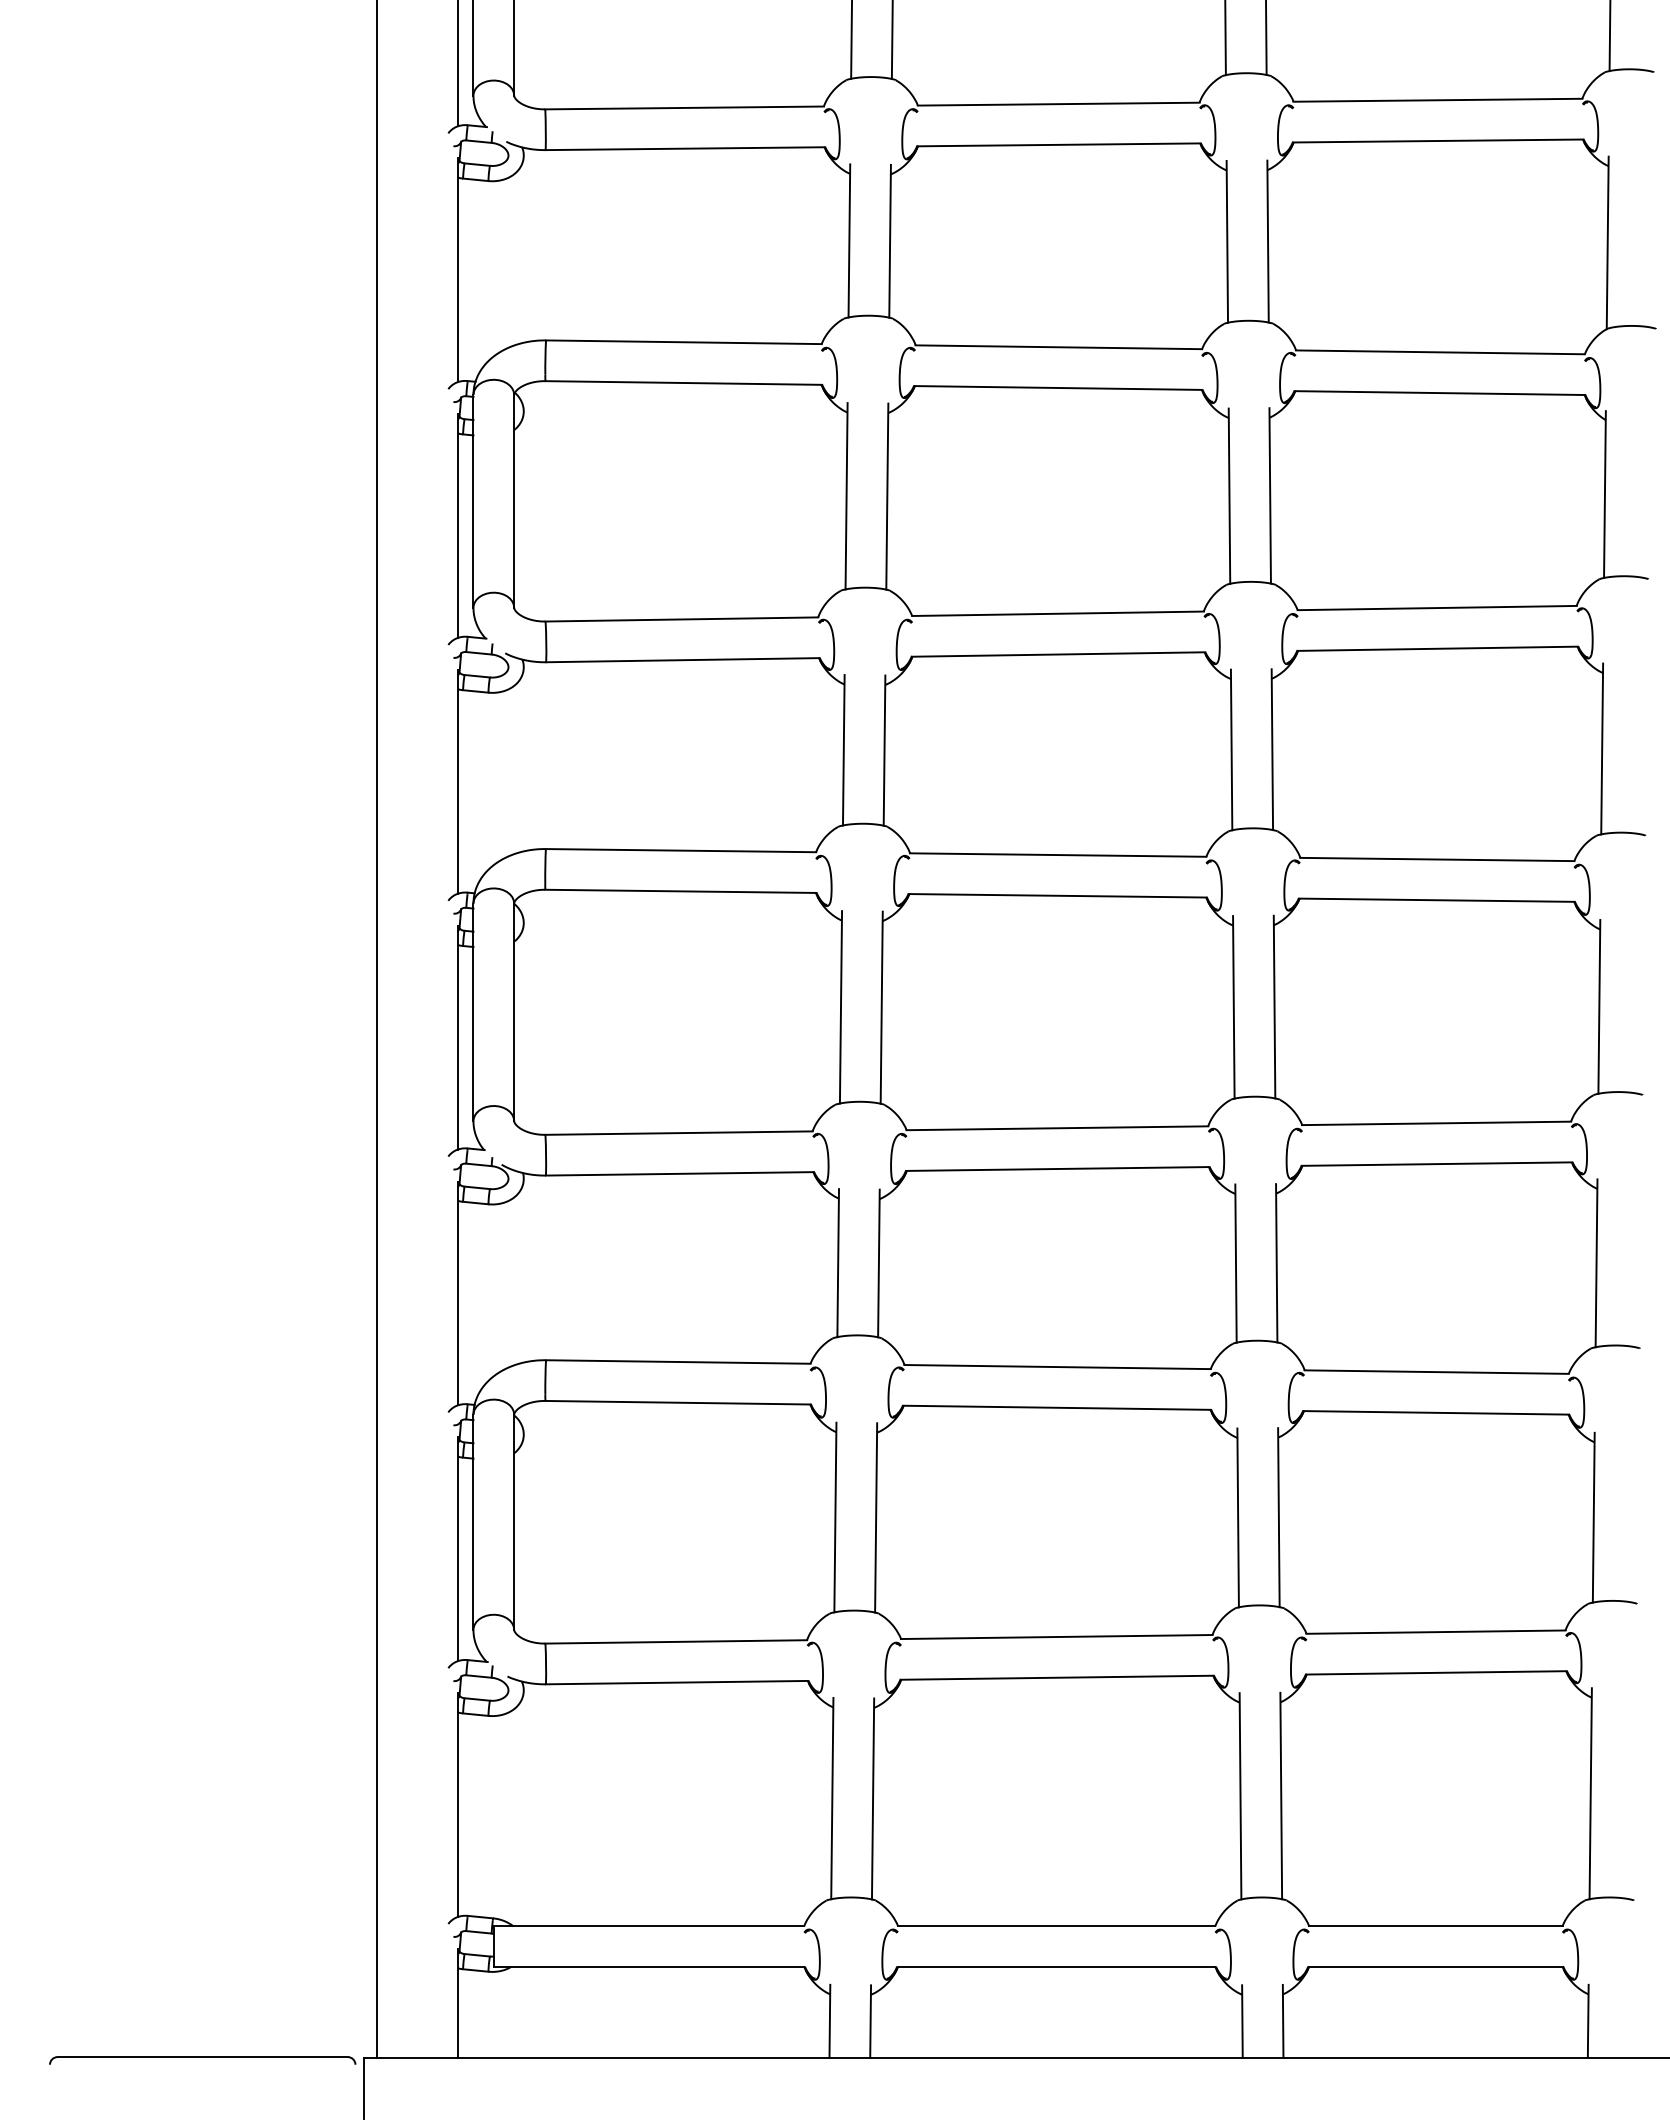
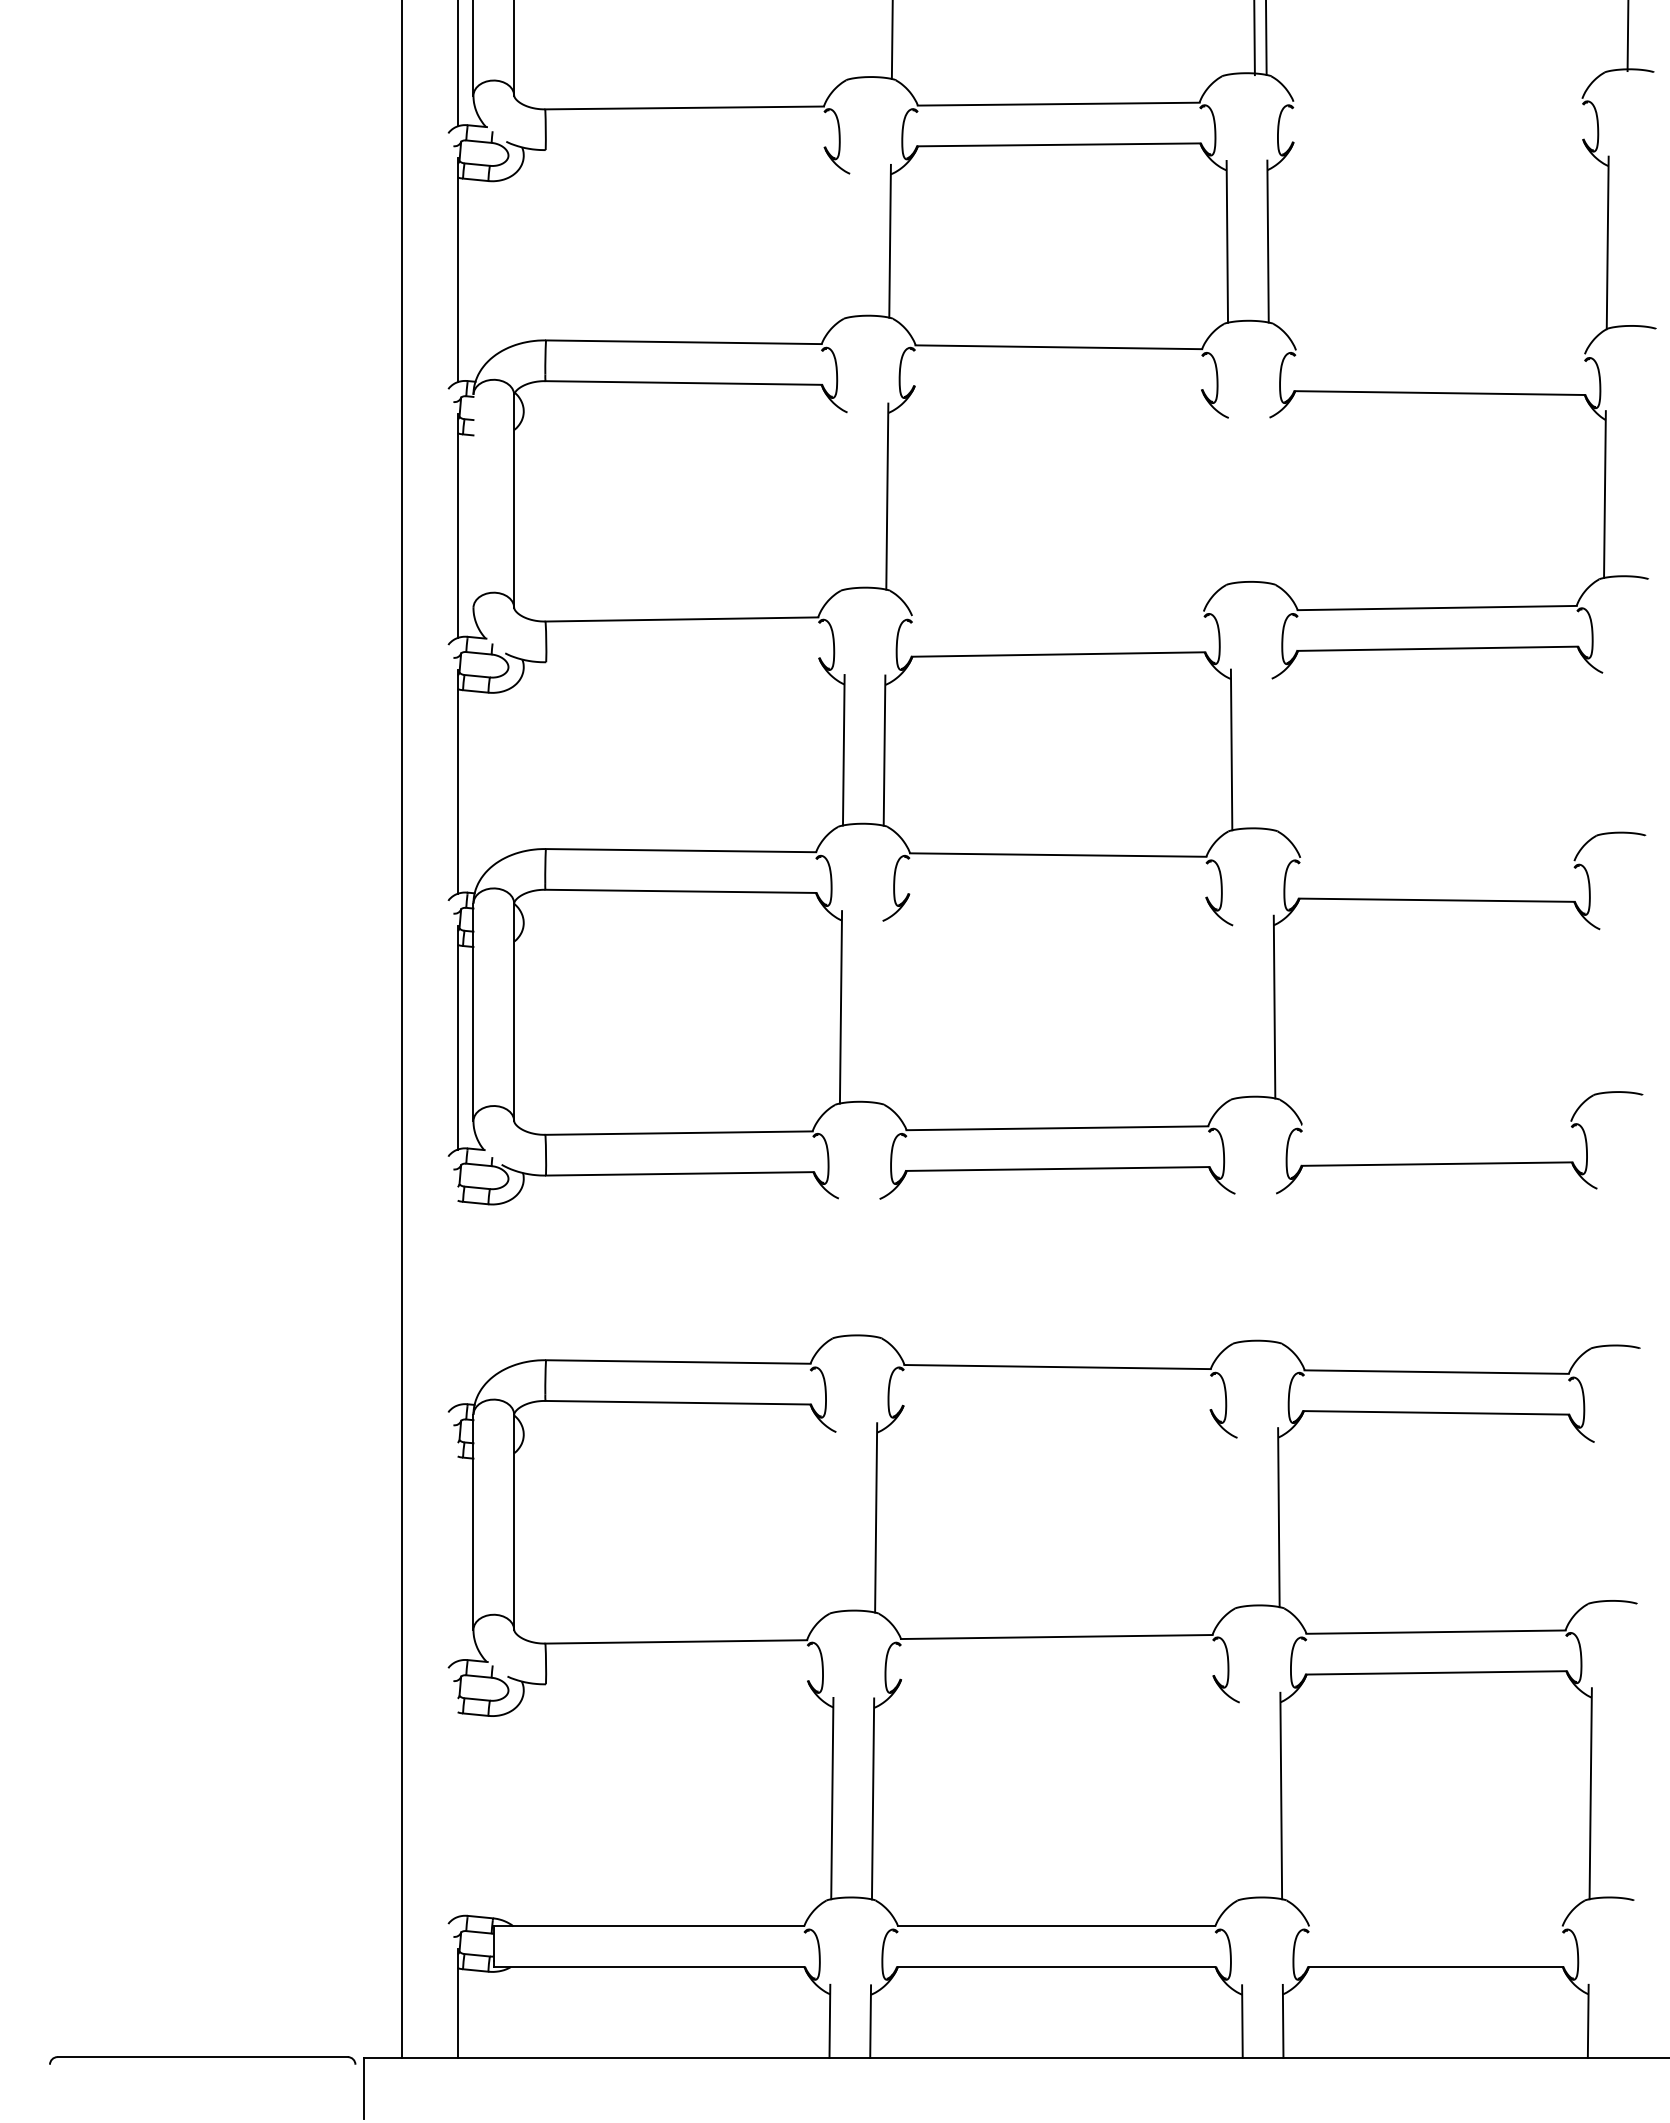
line at (1609, 36) position: (1609, 36) -> (1627, 36)
line at (1225, 38) position: (1225, 38) -> (1254, 38)
line at (851, 40): present -> none
line at (1437, 99): present -> none
line at (1437, 140): present -> none
line at (684, 148): present -> none
line at (849, 240): present -> none
line at (1439, 352): present -> none
line at (1057, 387): present -> none
line at (1229, 495): present -> none
line at (1269, 495): present -> none
line at (846, 496): present -> none
line at (473, 500): present -> none
line at (1057, 613): present -> none
line at (682, 660): present -> none
line at (1602, 748): present -> none
line at (1272, 749): present -> none
line at (1437, 859): present -> none
line at (1057, 895): present -> none
line at (1599, 1006): present -> none
line at (881, 1007): present -> none
line at (1233, 1007): present -> none
line at (376, 1030) position: (376, 1030) -> (401, 1030)
line at (1436, 1123): present -> none
line at (838, 1263): present -> none
line at (878, 1263): present -> none
line at (1235, 1263): present -> none
line at (1276, 1263): present -> none
line at (1596, 1263): present -> none
line at (457, 1293): present -> none
line at (1056, 1407): present -> none
line at (835, 1517): present -> none
line at (1237, 1517): present -> none
line at (1593, 1517): present -> none
line at (457, 1549): present -> none
line at (1057, 1677): present -> none
line at (676, 1682): present -> none
line at (1240, 1796): present -> none
line at (457, 1805): present -> none
line at (1435, 1926): present -> none
